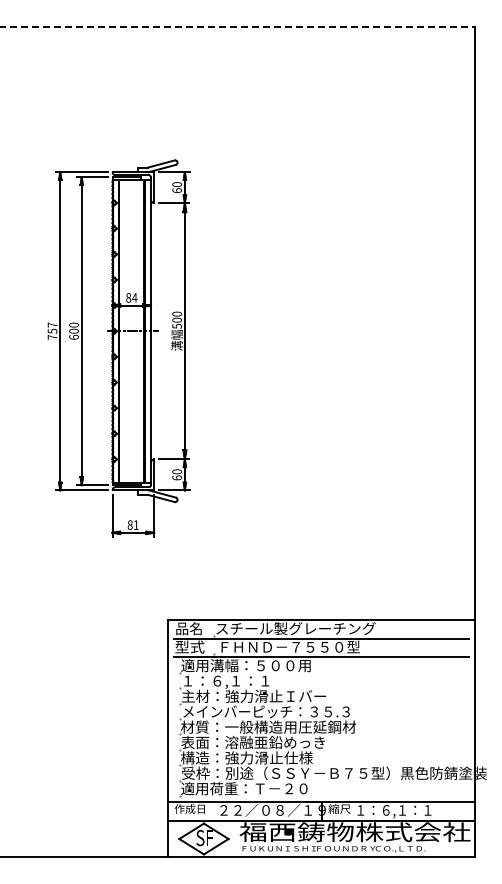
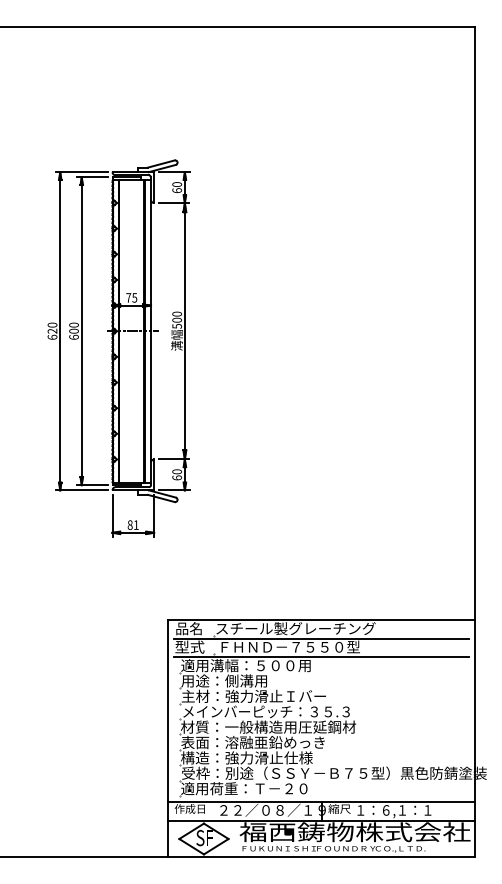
line at (238, 26): dashed -> solid
text at (131, 297): 84 -> 75
text at (52, 330): 757 -> 620
text at (225, 681): １：６,１：１ -> 用途：側溝用
